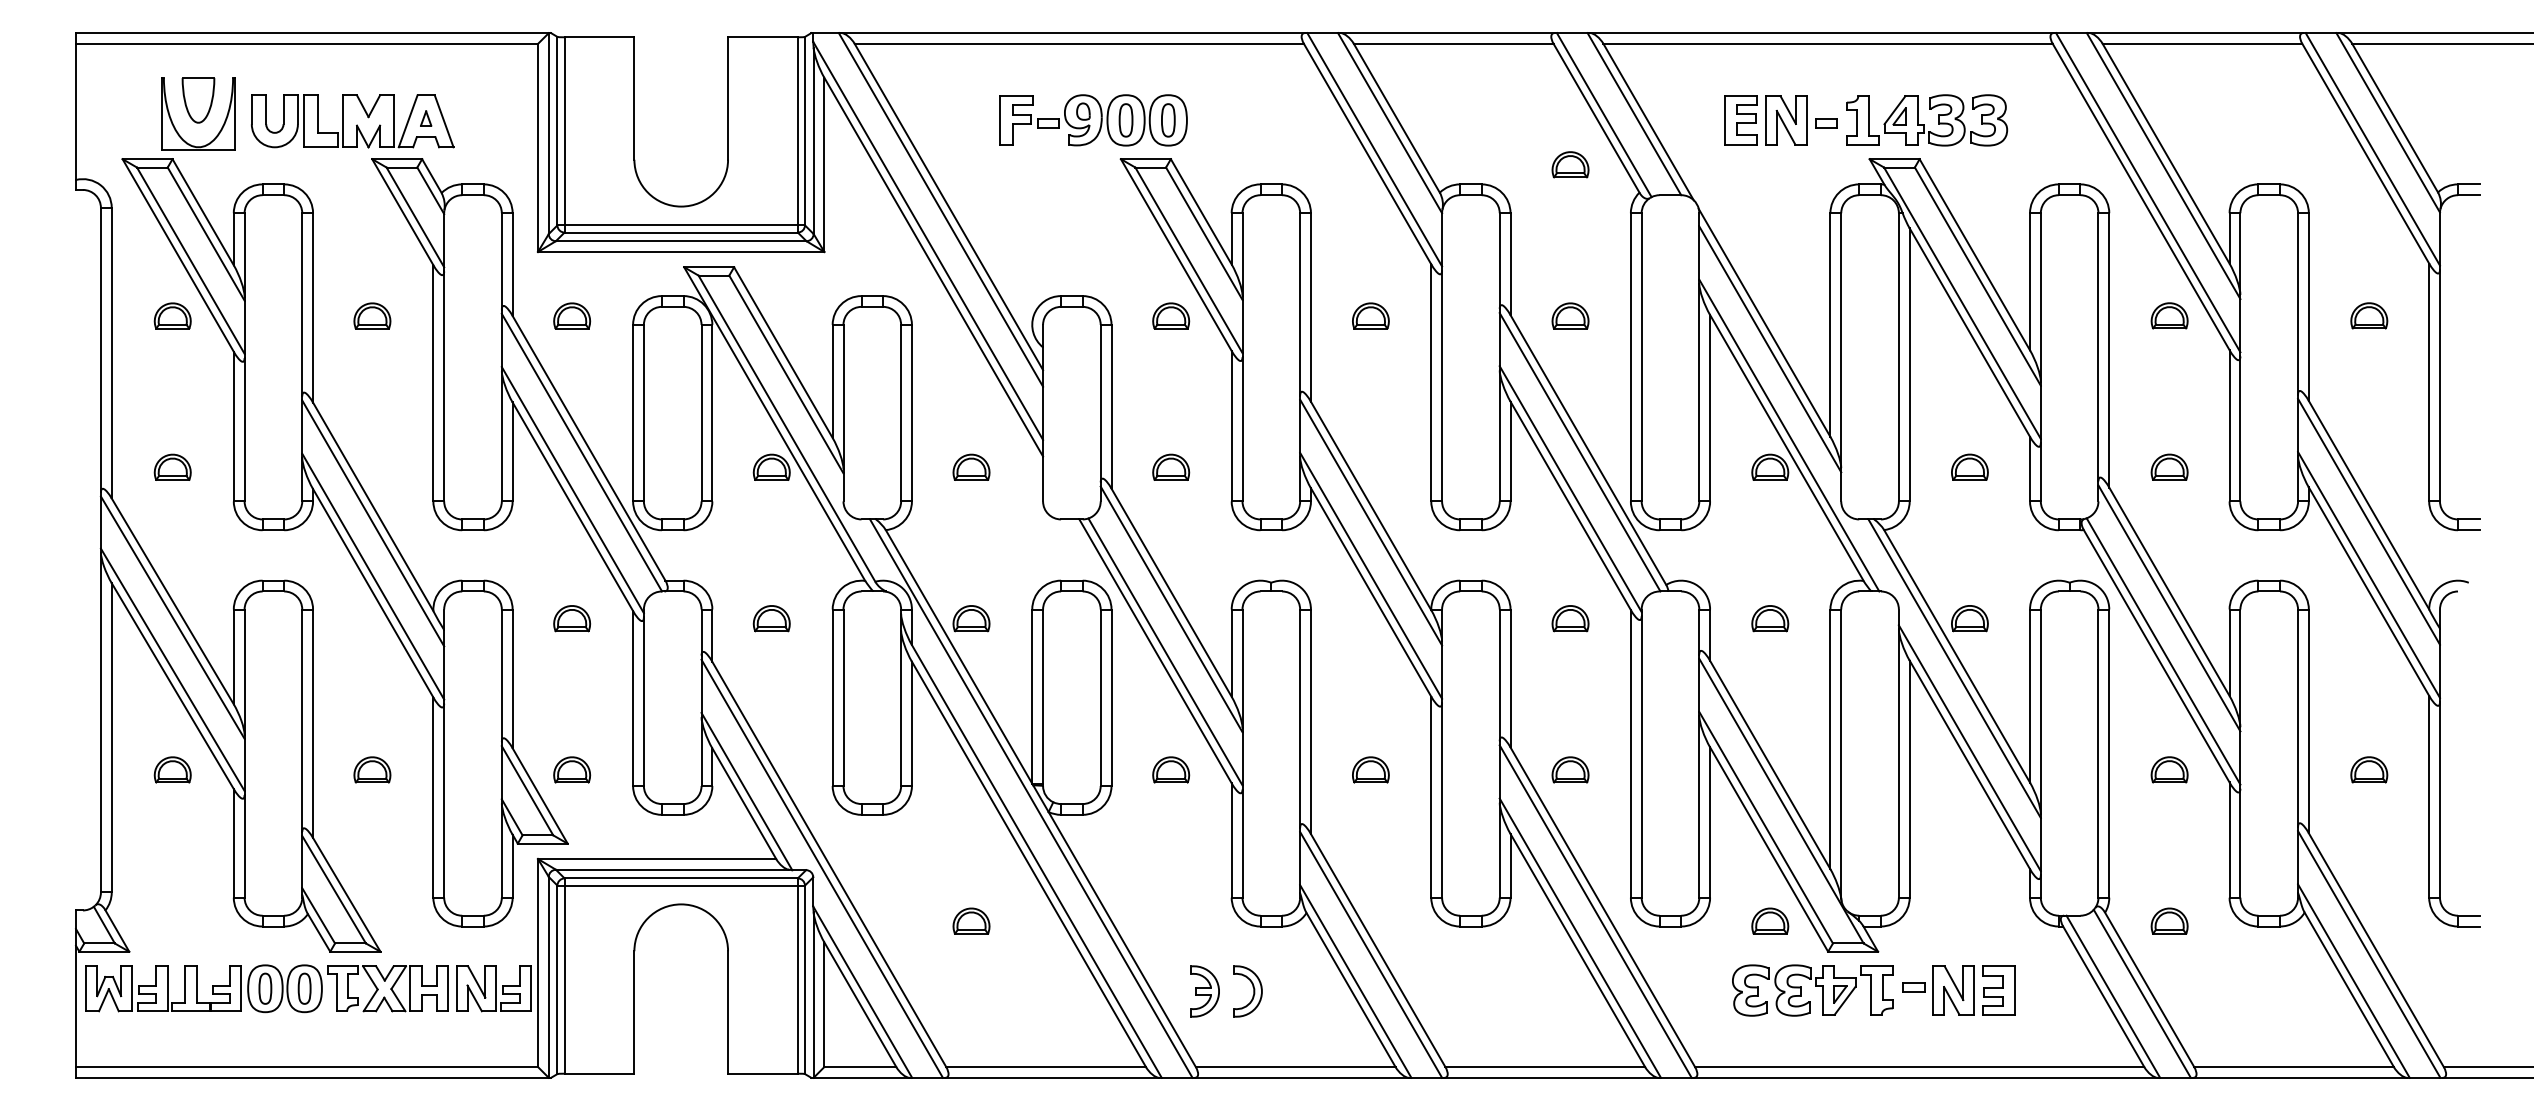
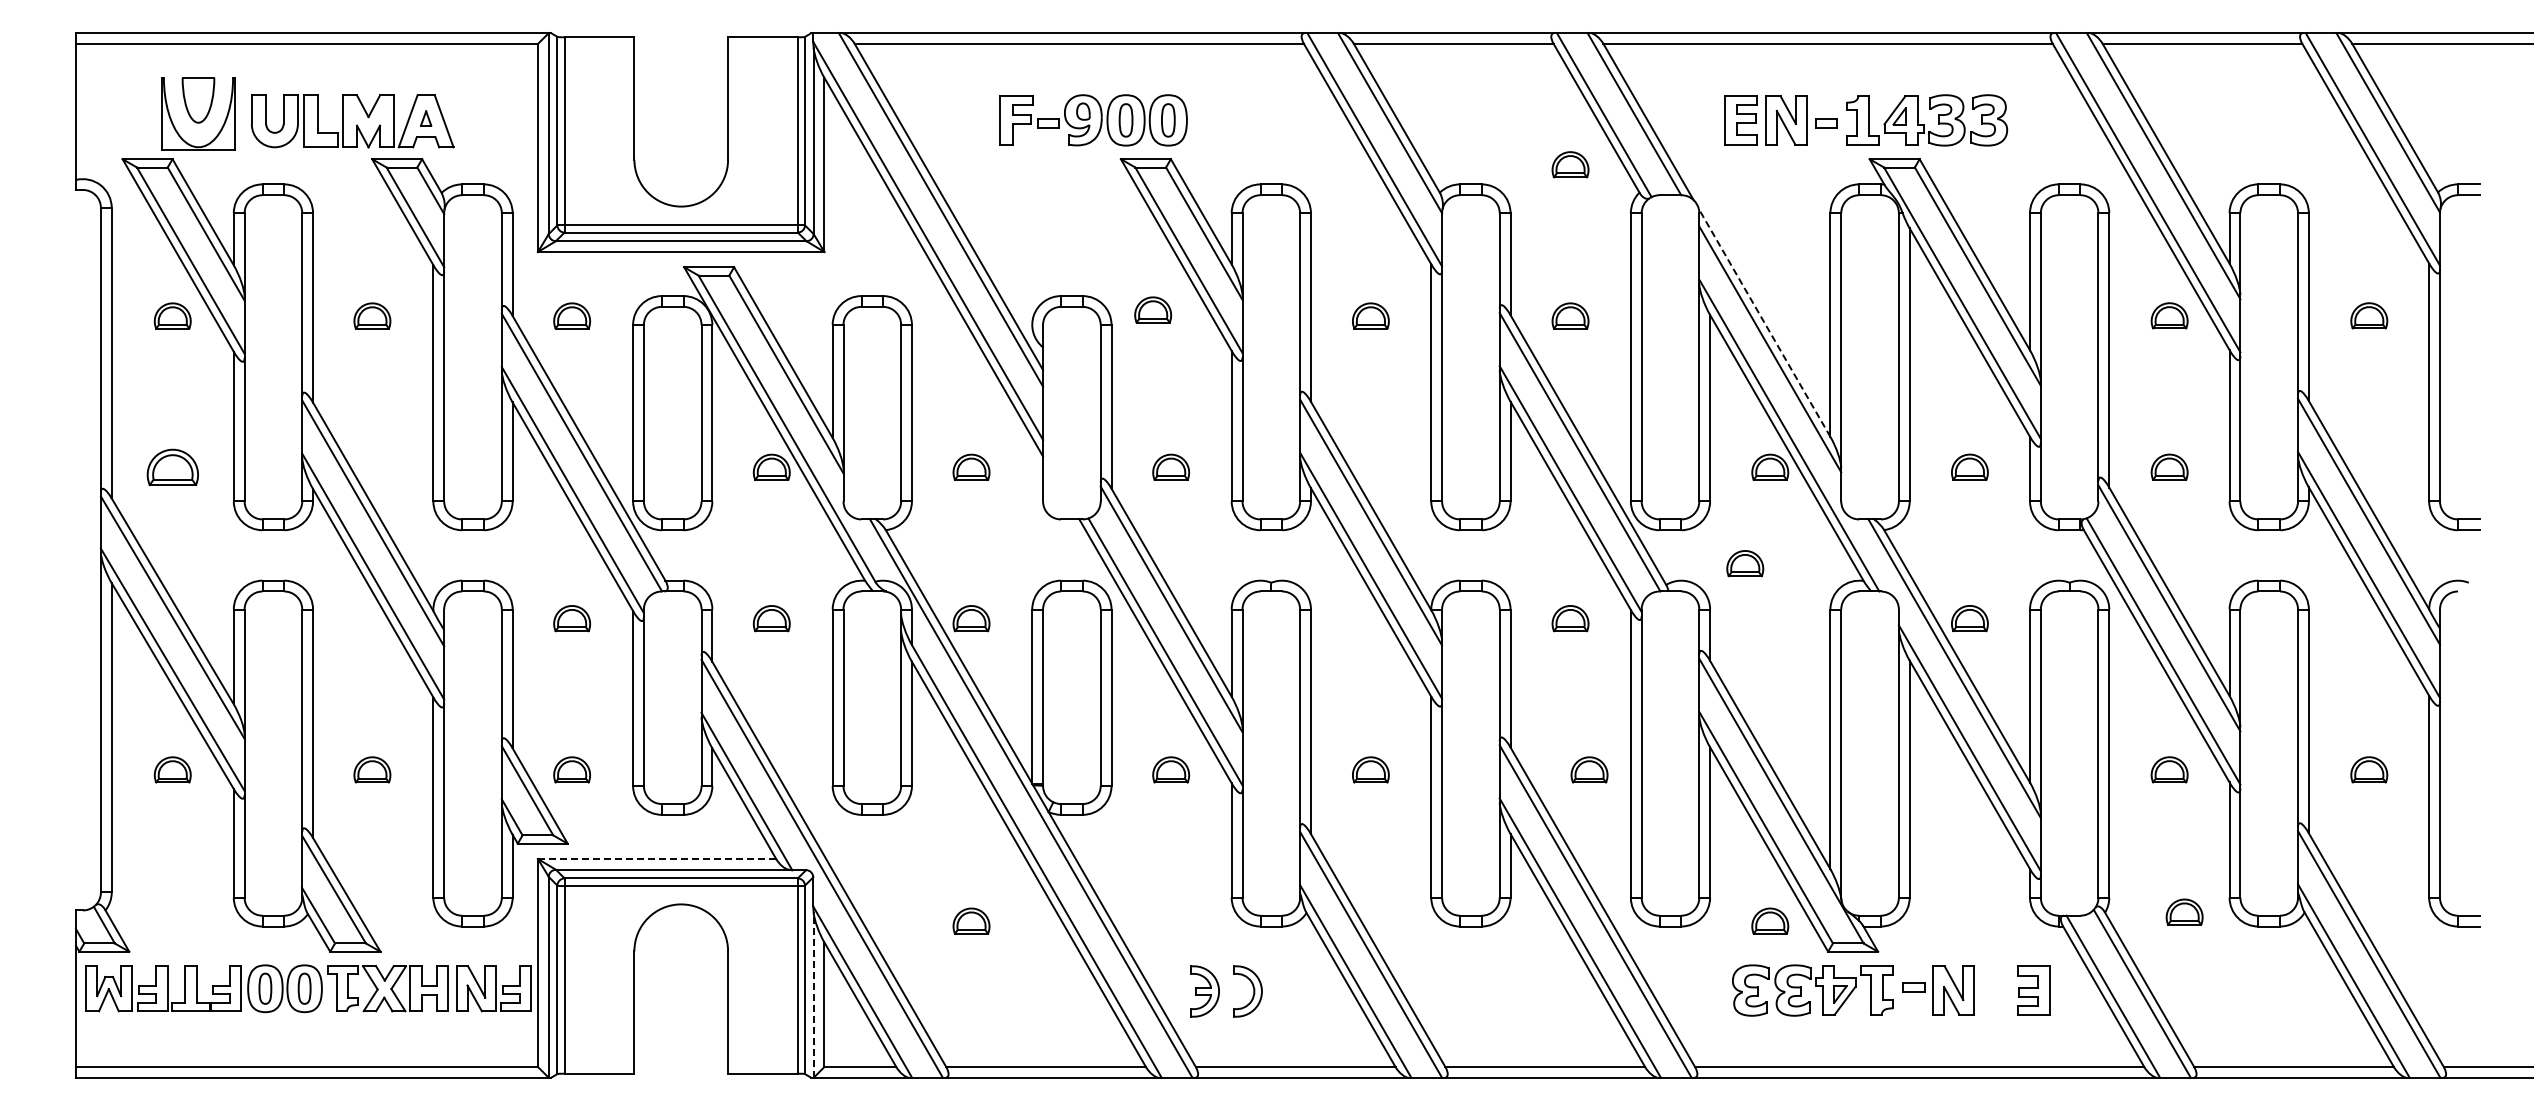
part at (1171, 315) position: (1171, 315) -> (1153, 309)
line at (1764, 322): solid -> dashed
part at (172, 466) size: 39x28 px -> 53x38 px
part at (1770, 618) position: (1770, 618) -> (1745, 563)
part at (1570, 769) position: (1570, 769) -> (1589, 769)
line at (657, 859): solid -> dashed
part at (2169, 920) position: (2169, 920) -> (2184, 911)
part at (1998, 990) position: (1998, 990) -> (2033, 990)
line at (813, 995): solid -> dashed
